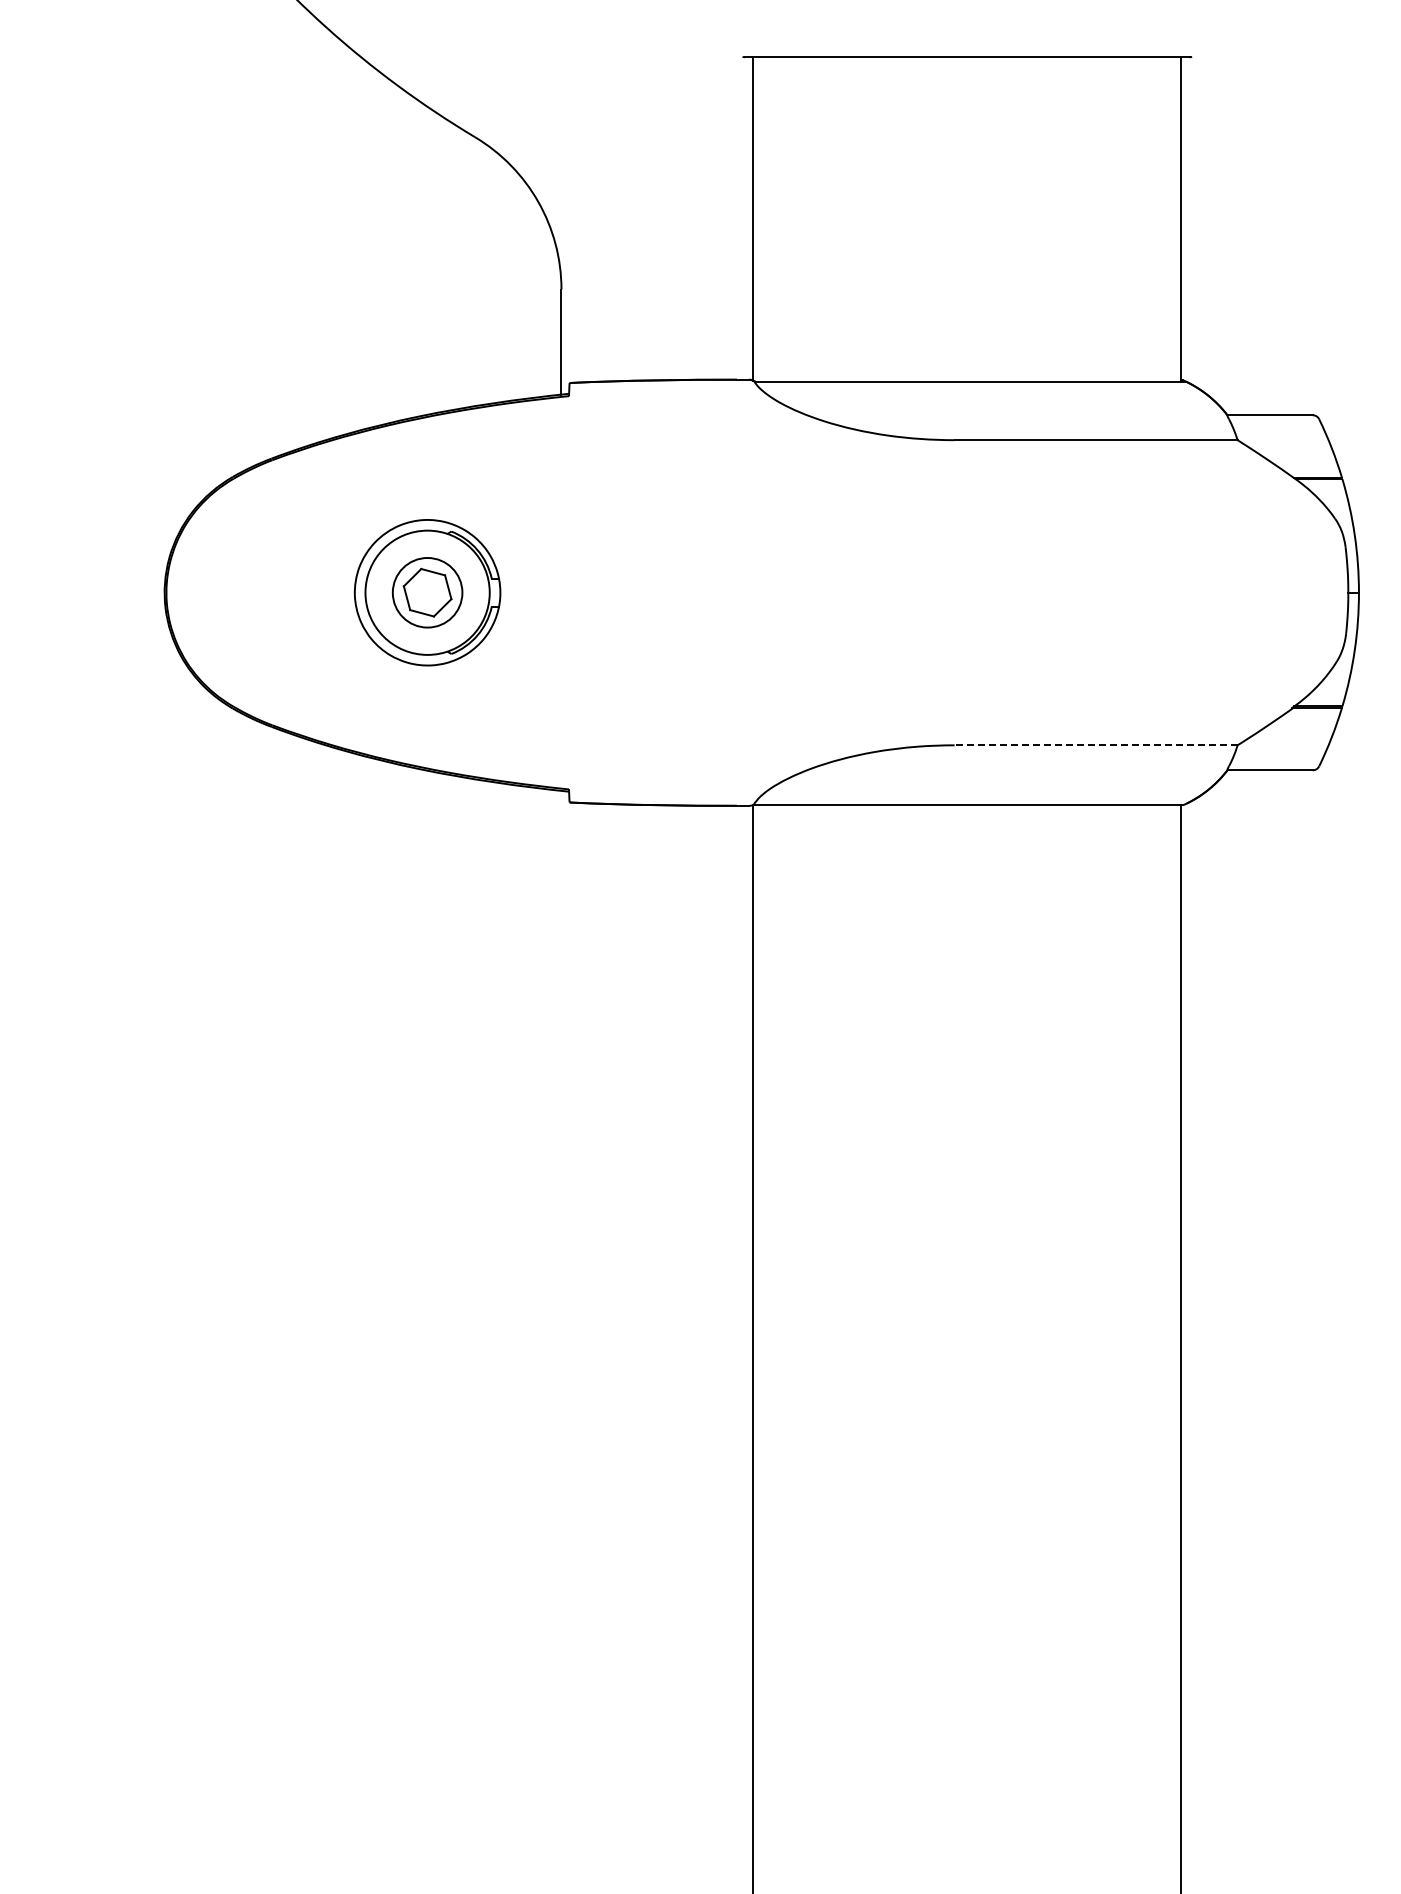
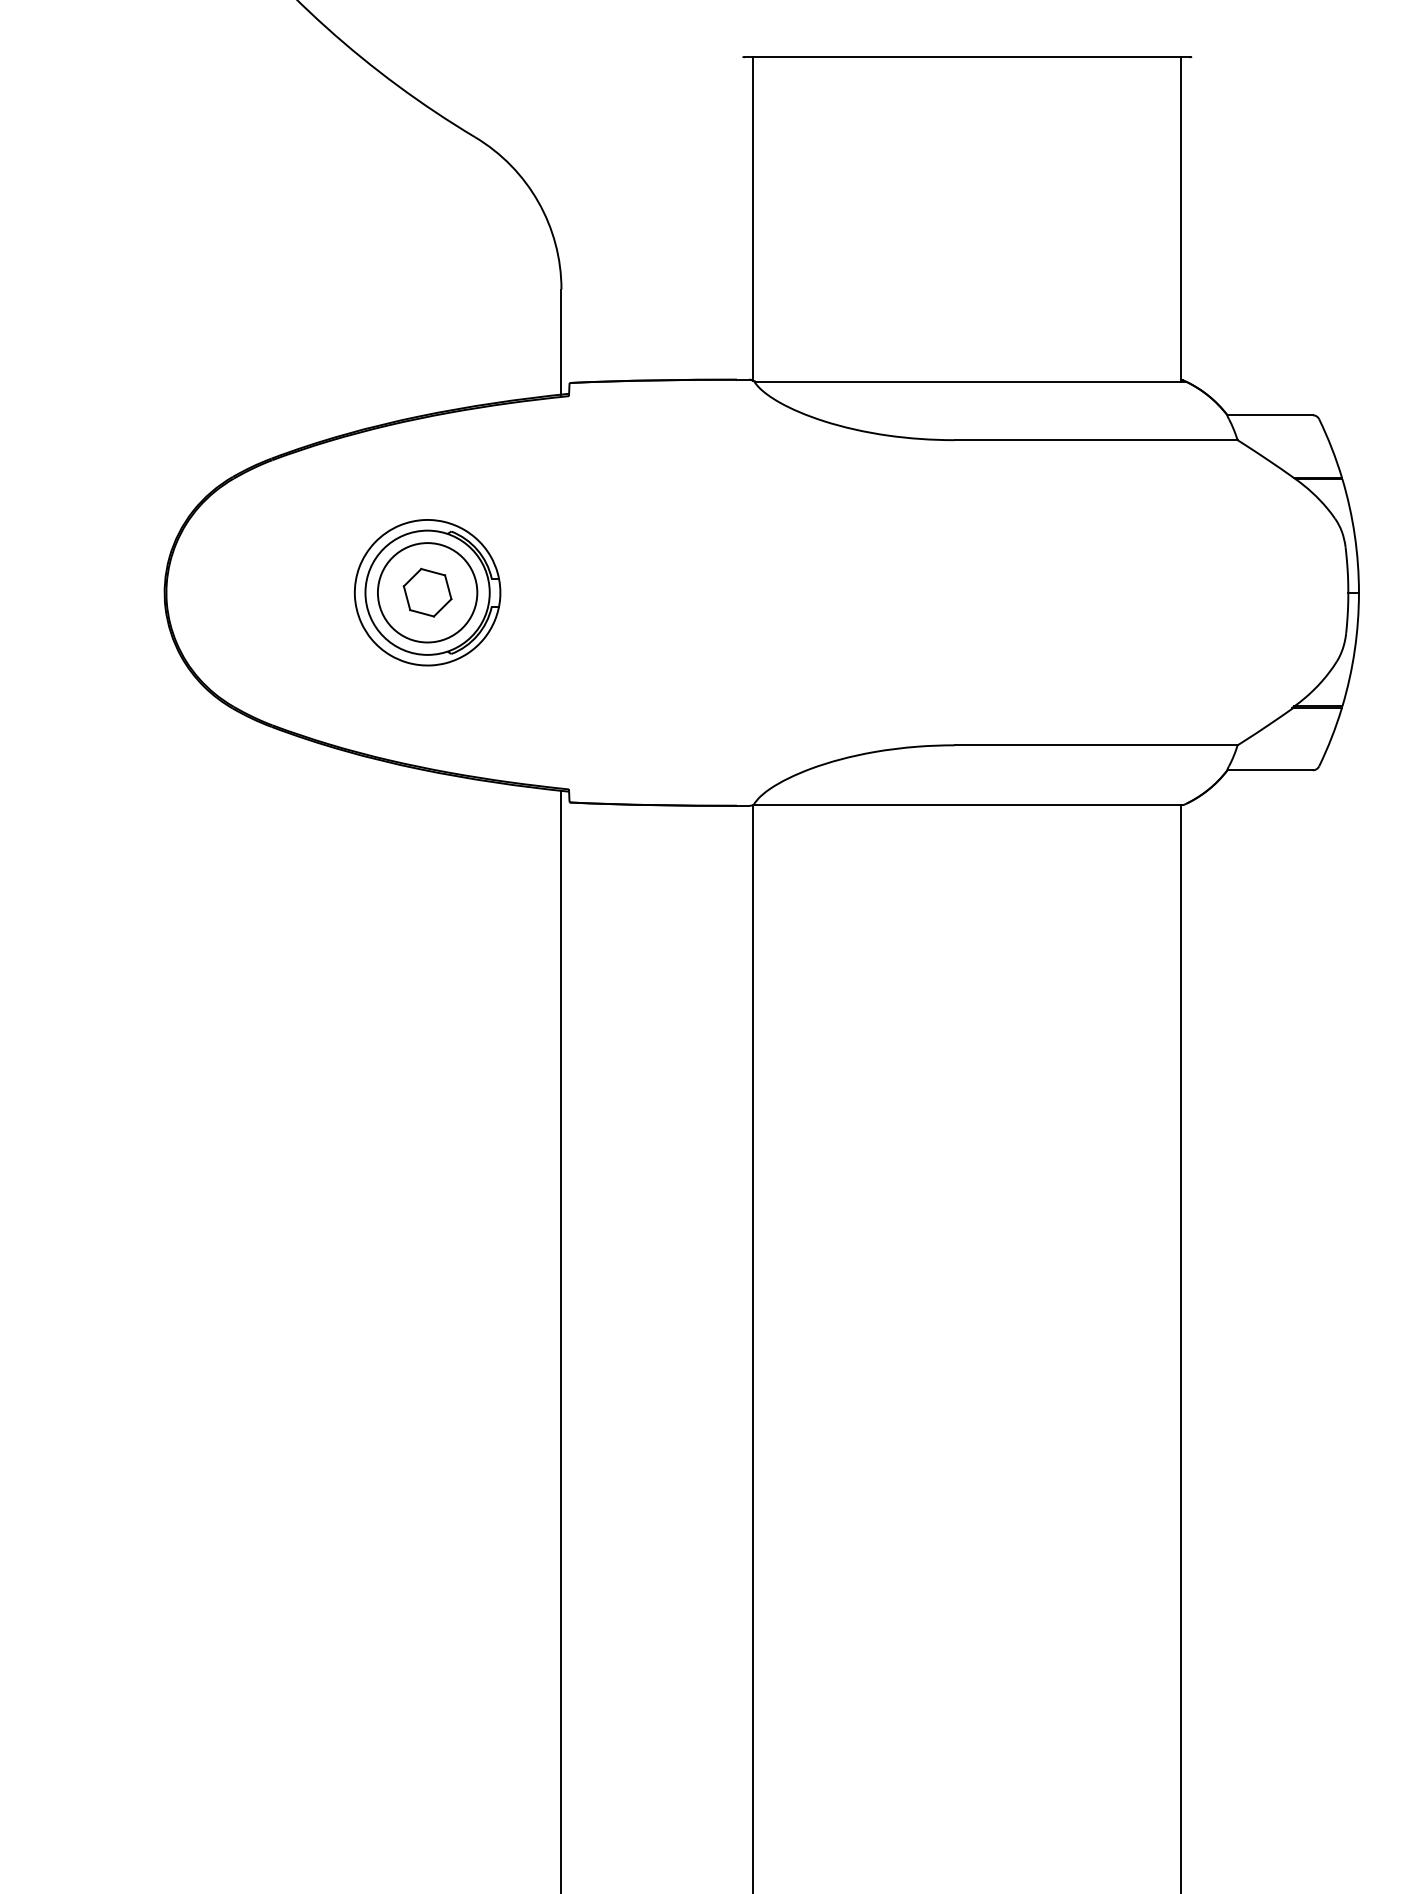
circle at (427, 592) diameter: 70 px -> 99 px
line at (1095, 745): dashed -> solid
line at (561, 1340): none -> present
